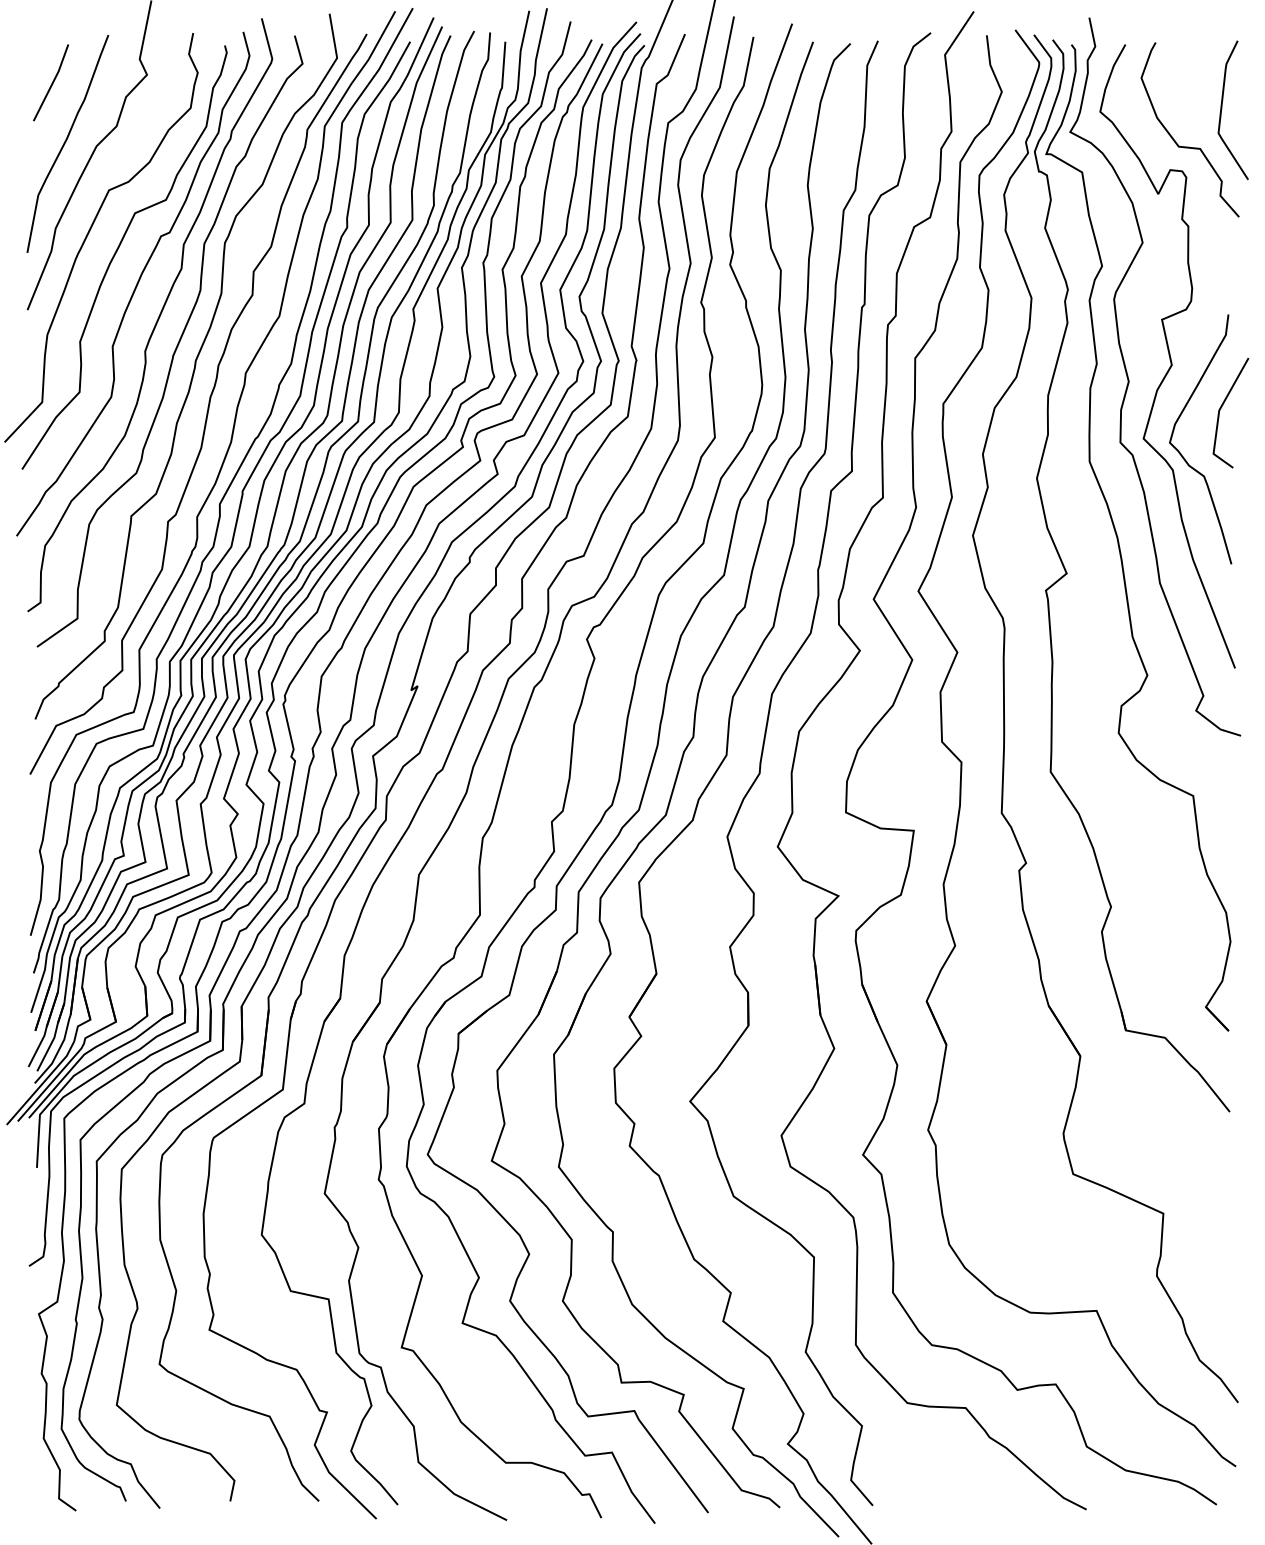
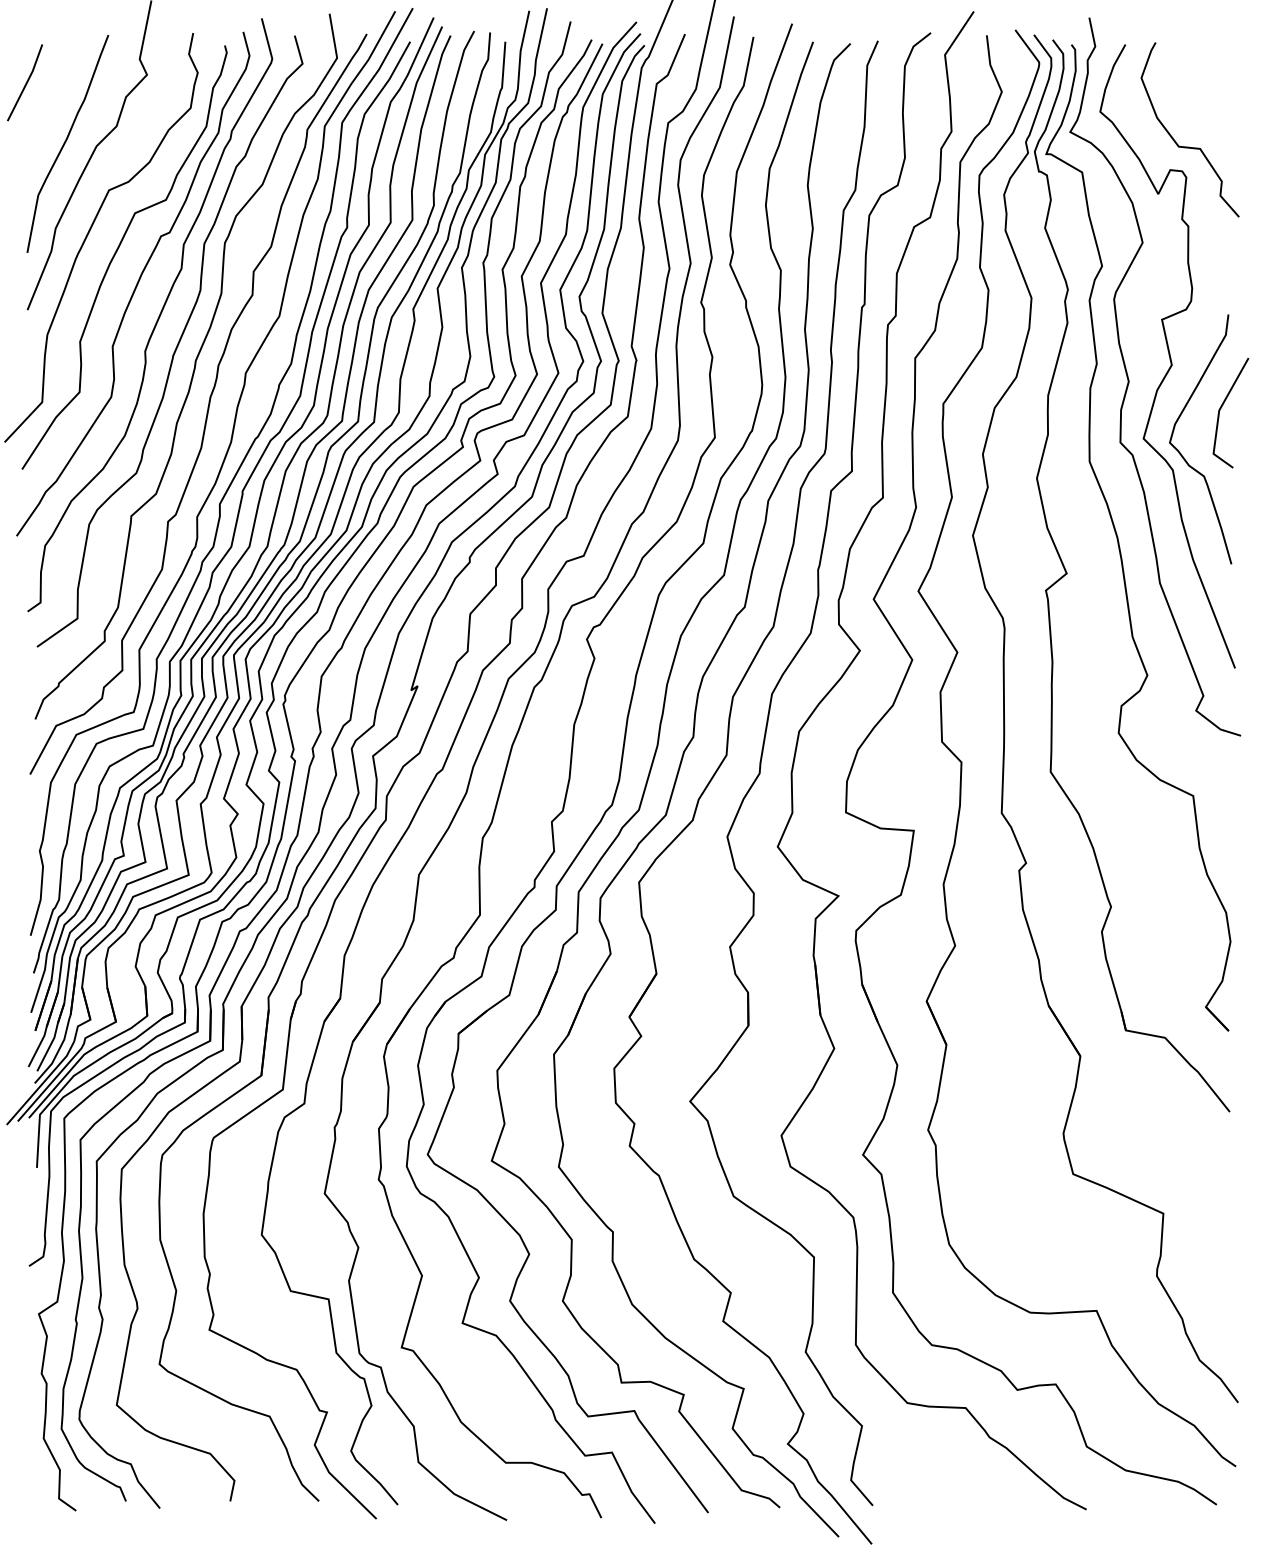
line at (51, 83) position: (51, 83) -> (25, 83)
curve at (1222, 109): present -> none
